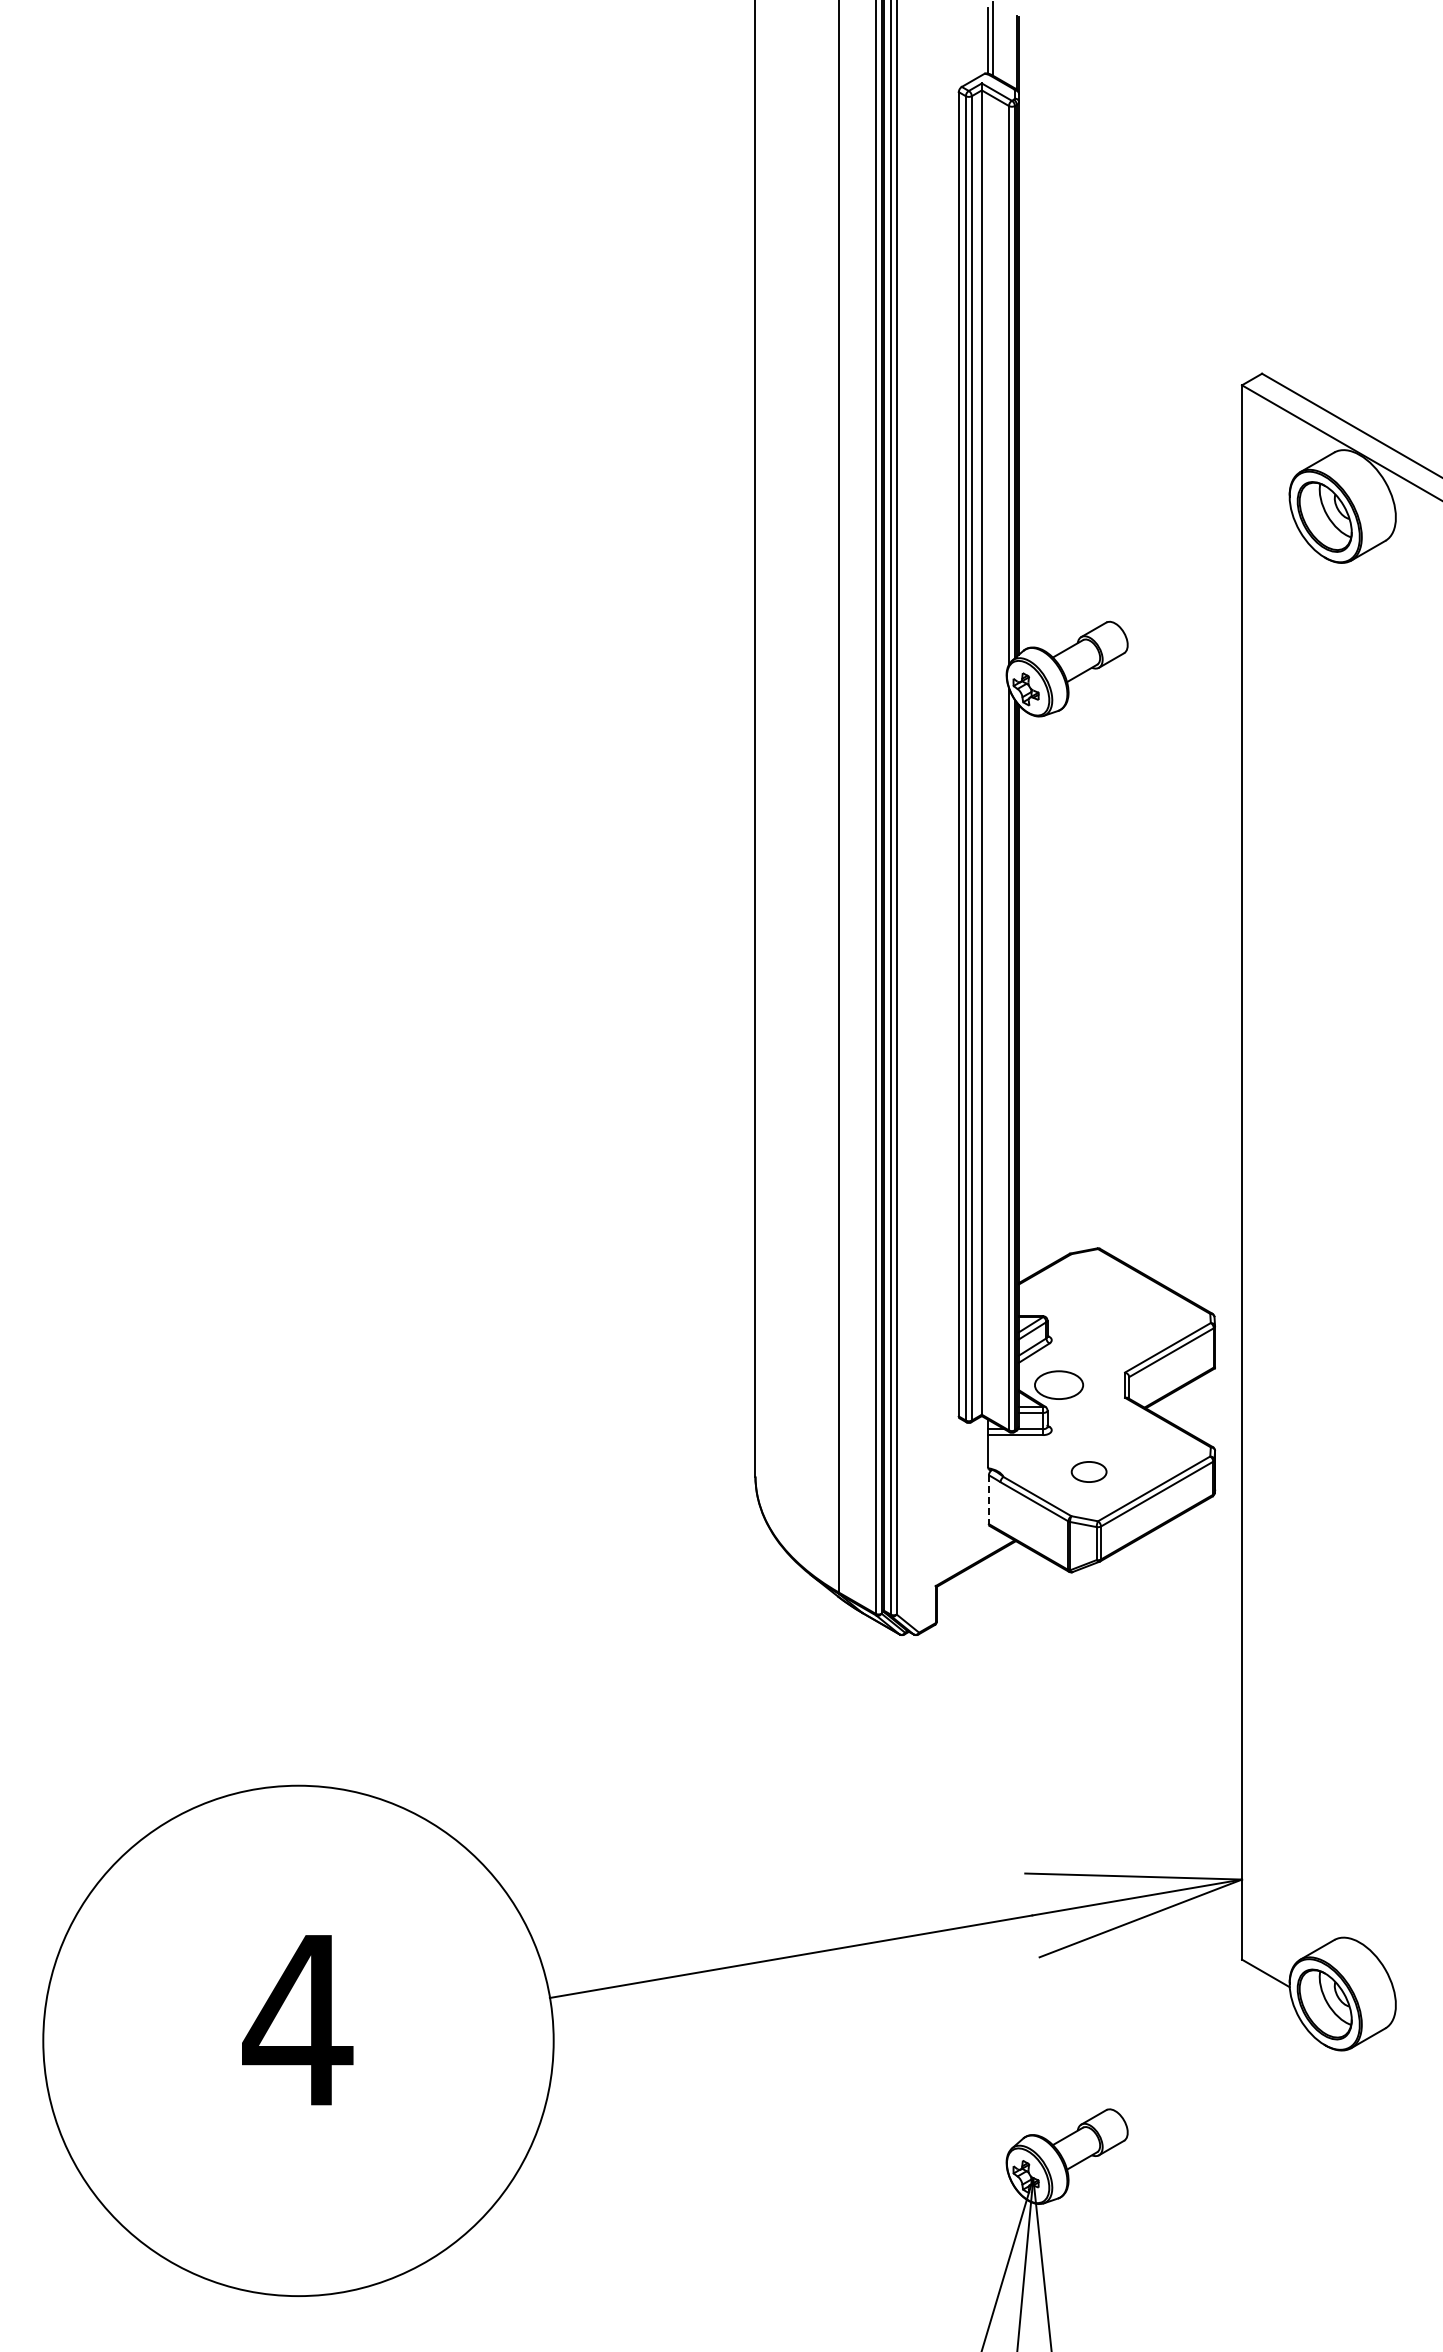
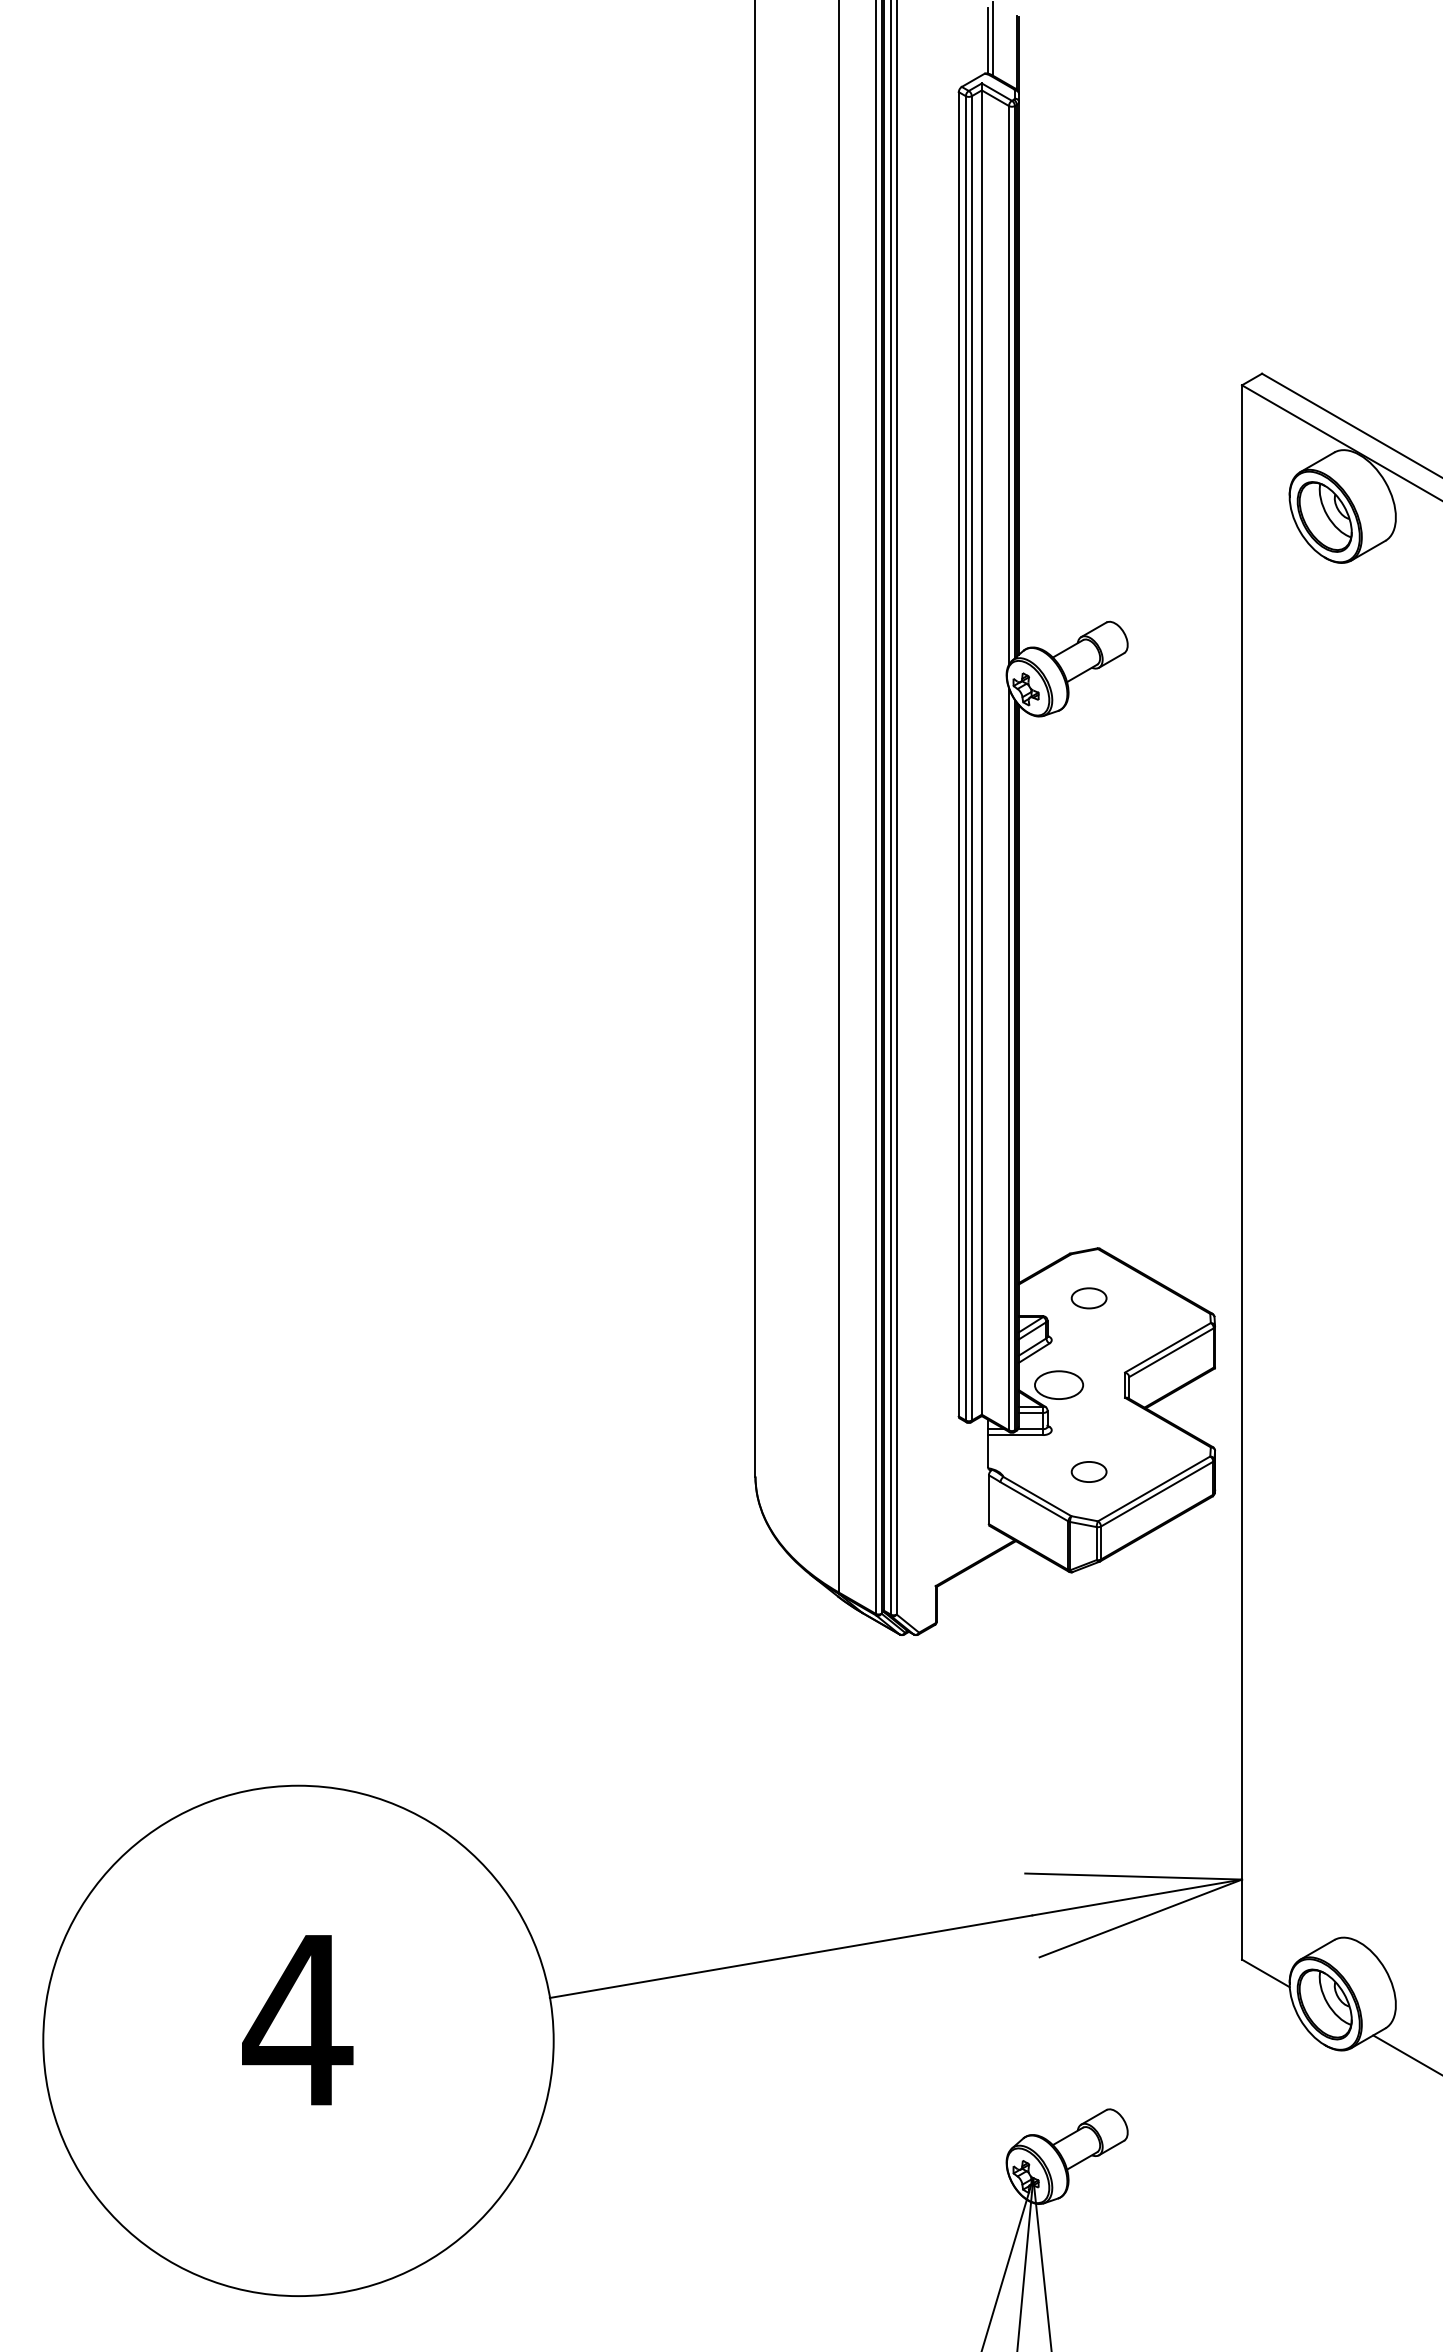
part at (1088, 1298): none -> present
line at (988, 1500): dashed -> solid
line at (1406, 2054): none -> present
